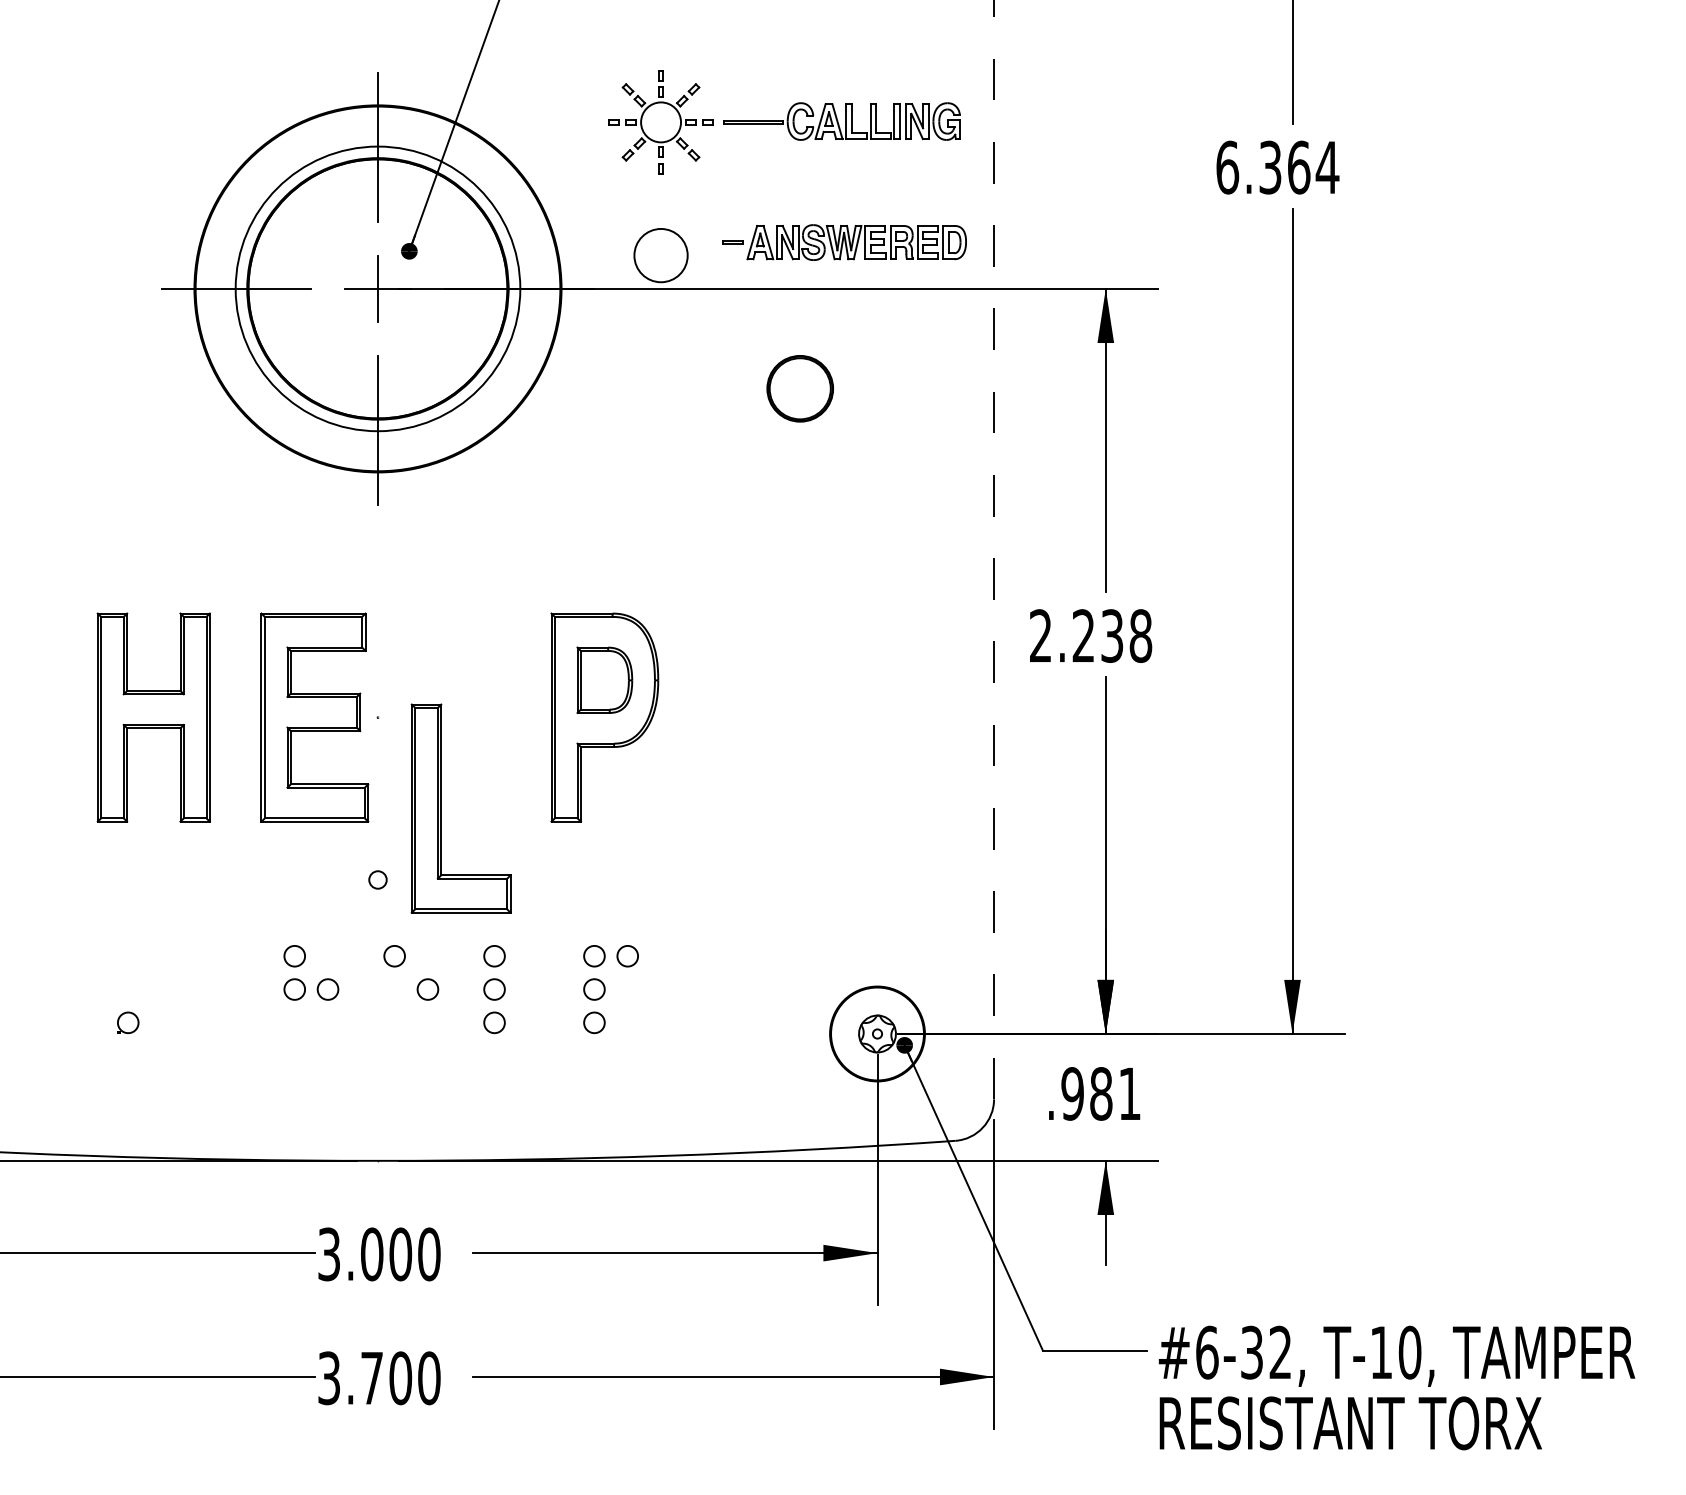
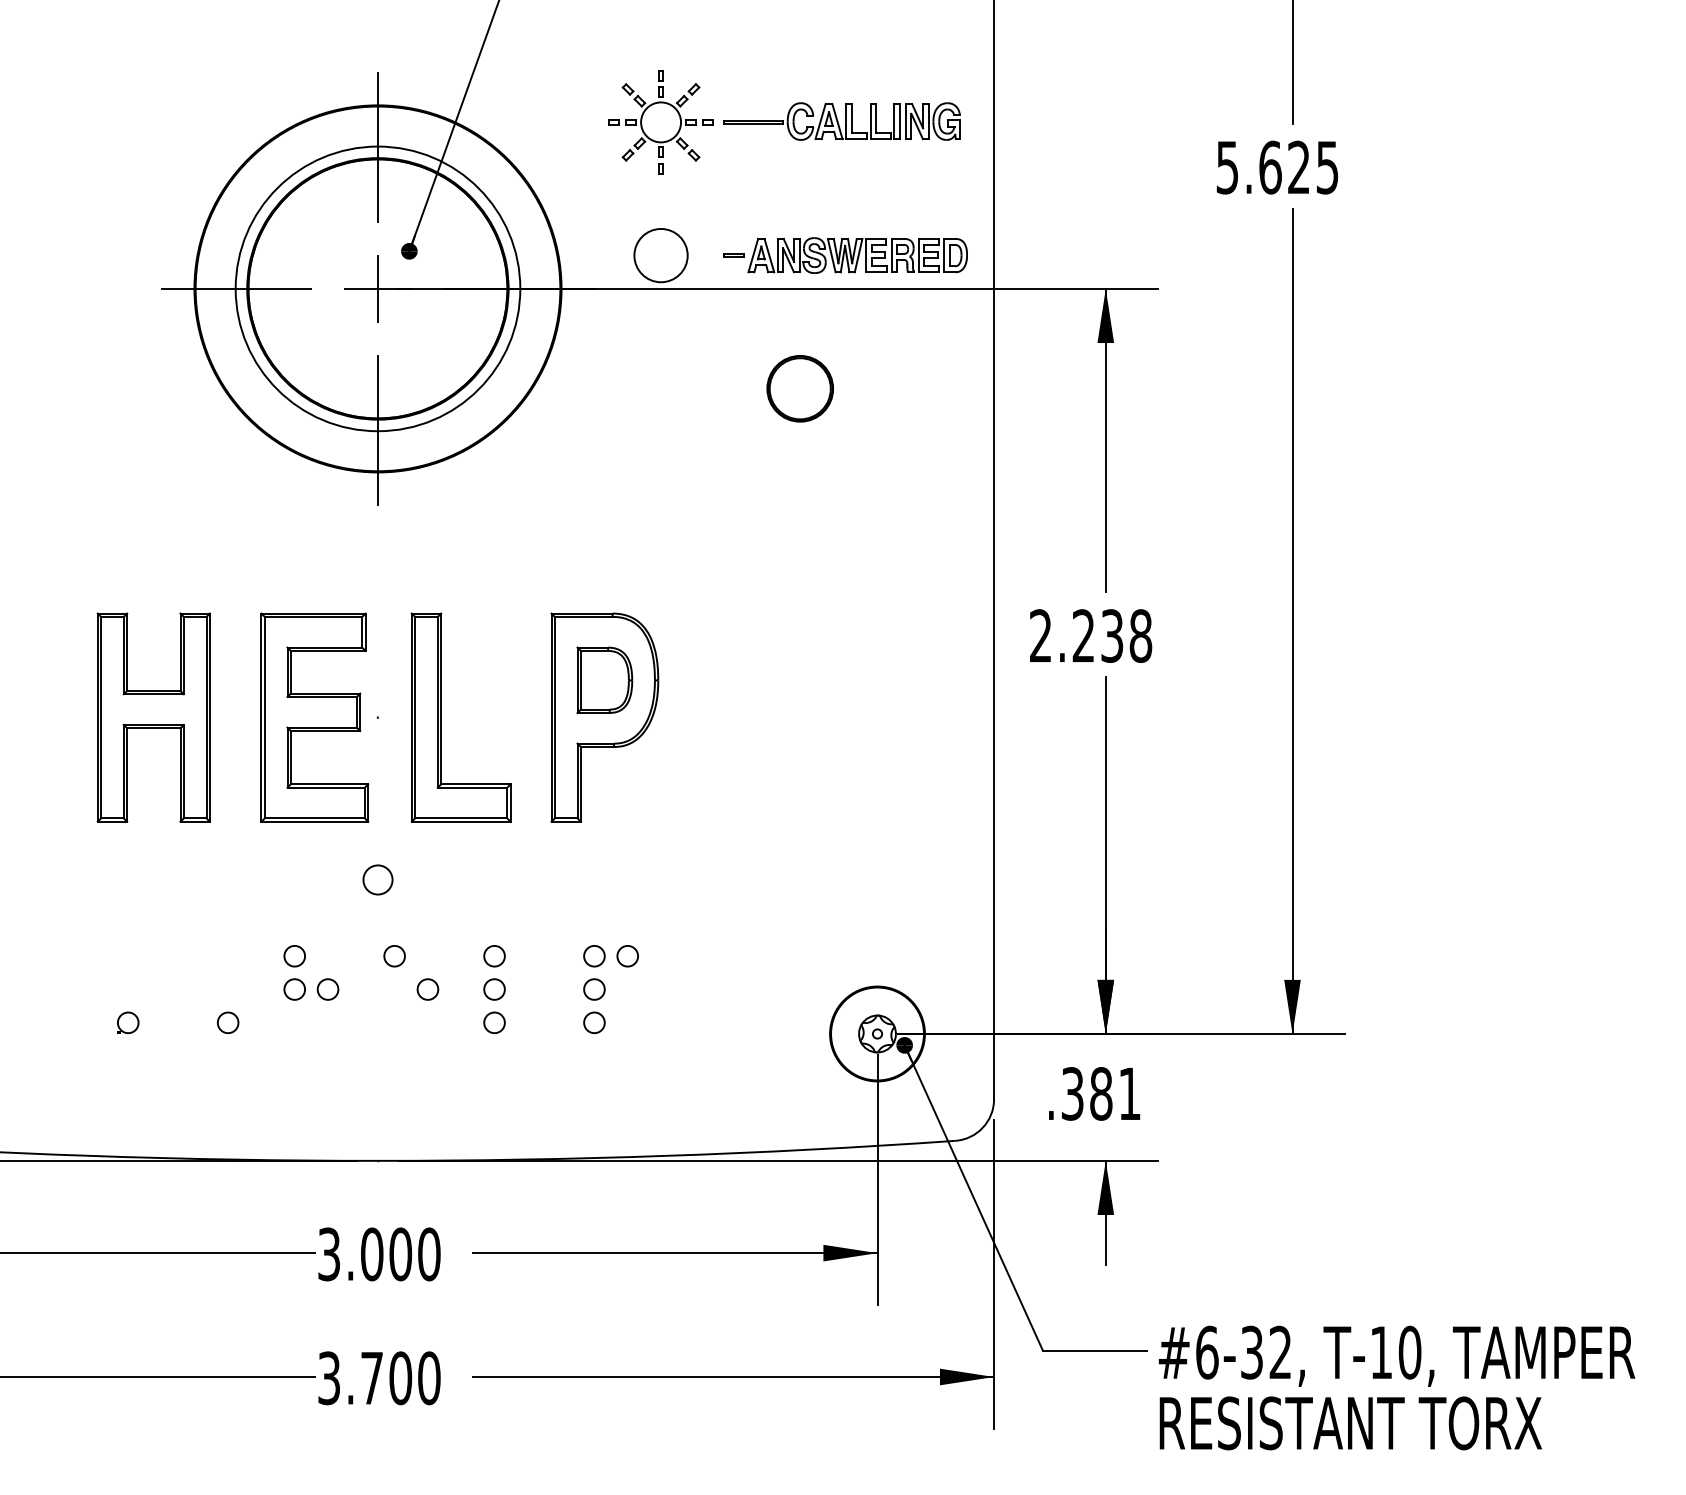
text at (1277, 167): 6.364 -> 5.625
part at (844, 242) position: (844, 242) -> (845, 255)
line at (994, 549): dashed -> solid
part at (441, 808) position: (441, 808) -> (441, 717)
circle at (377, 879) diameter: 17 px -> 29 px
circle at (228, 1022): none -> present
text at (1072, 1093): .981 -> .381
